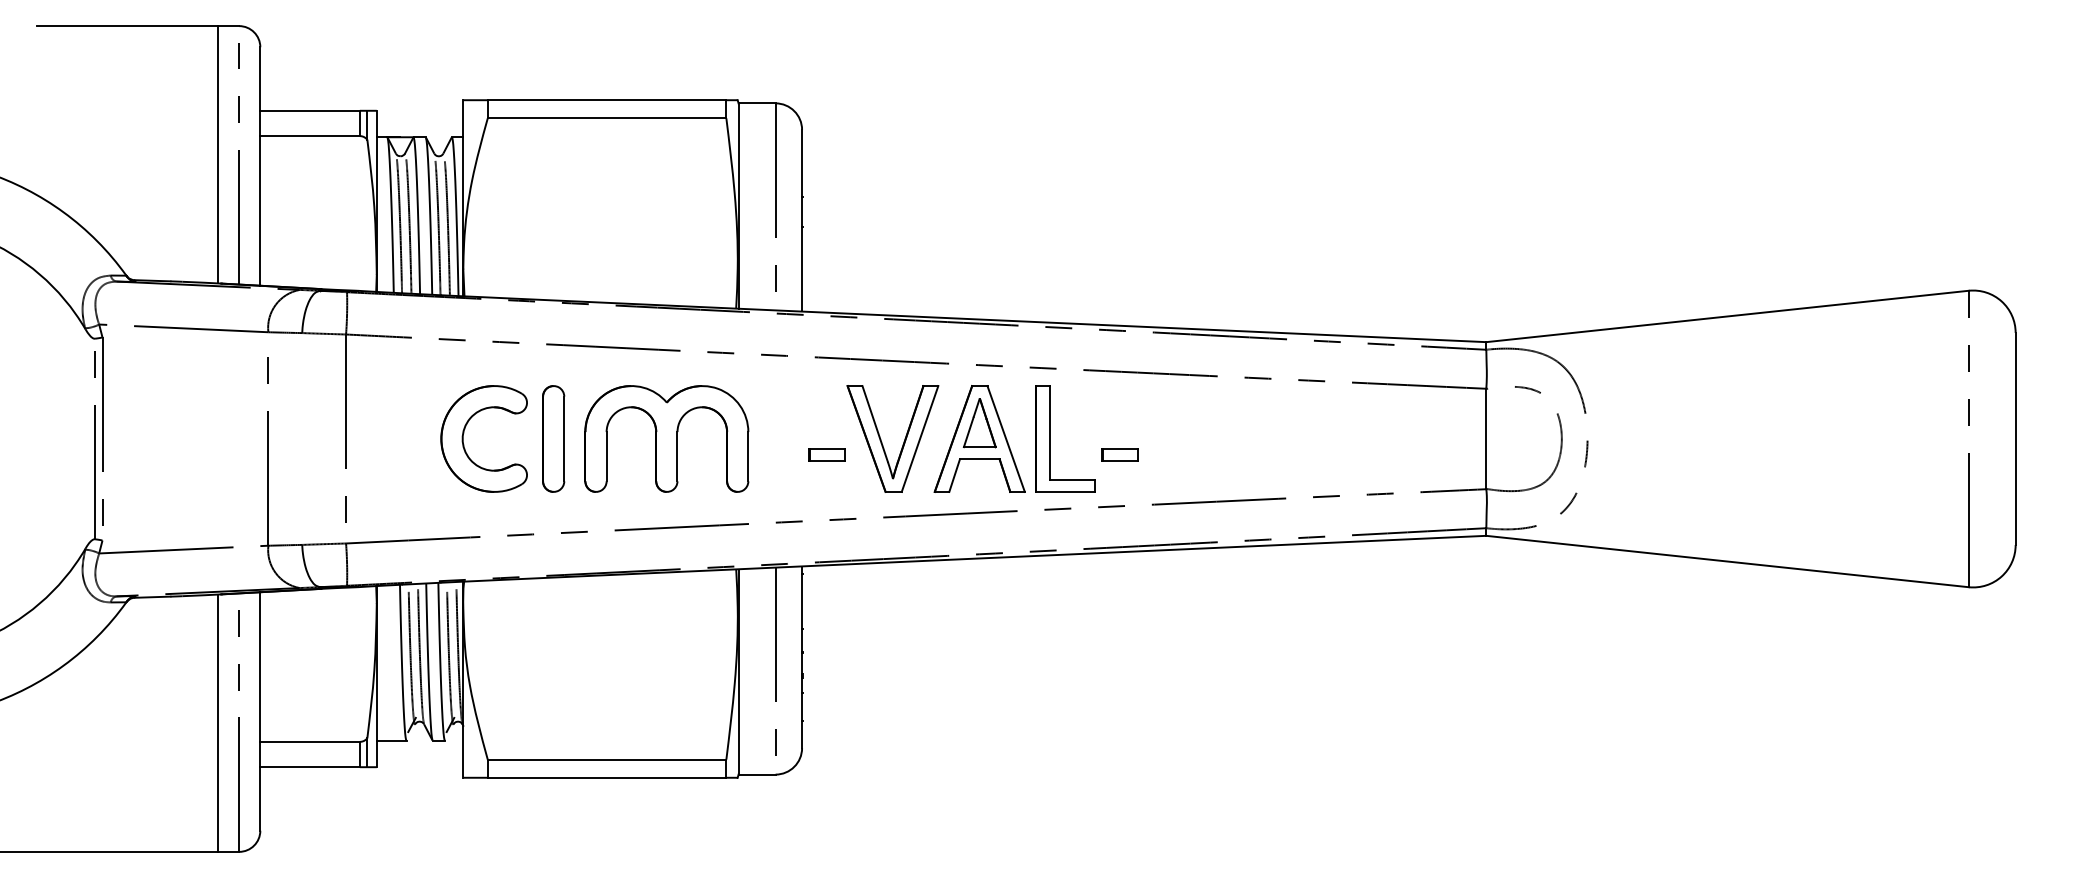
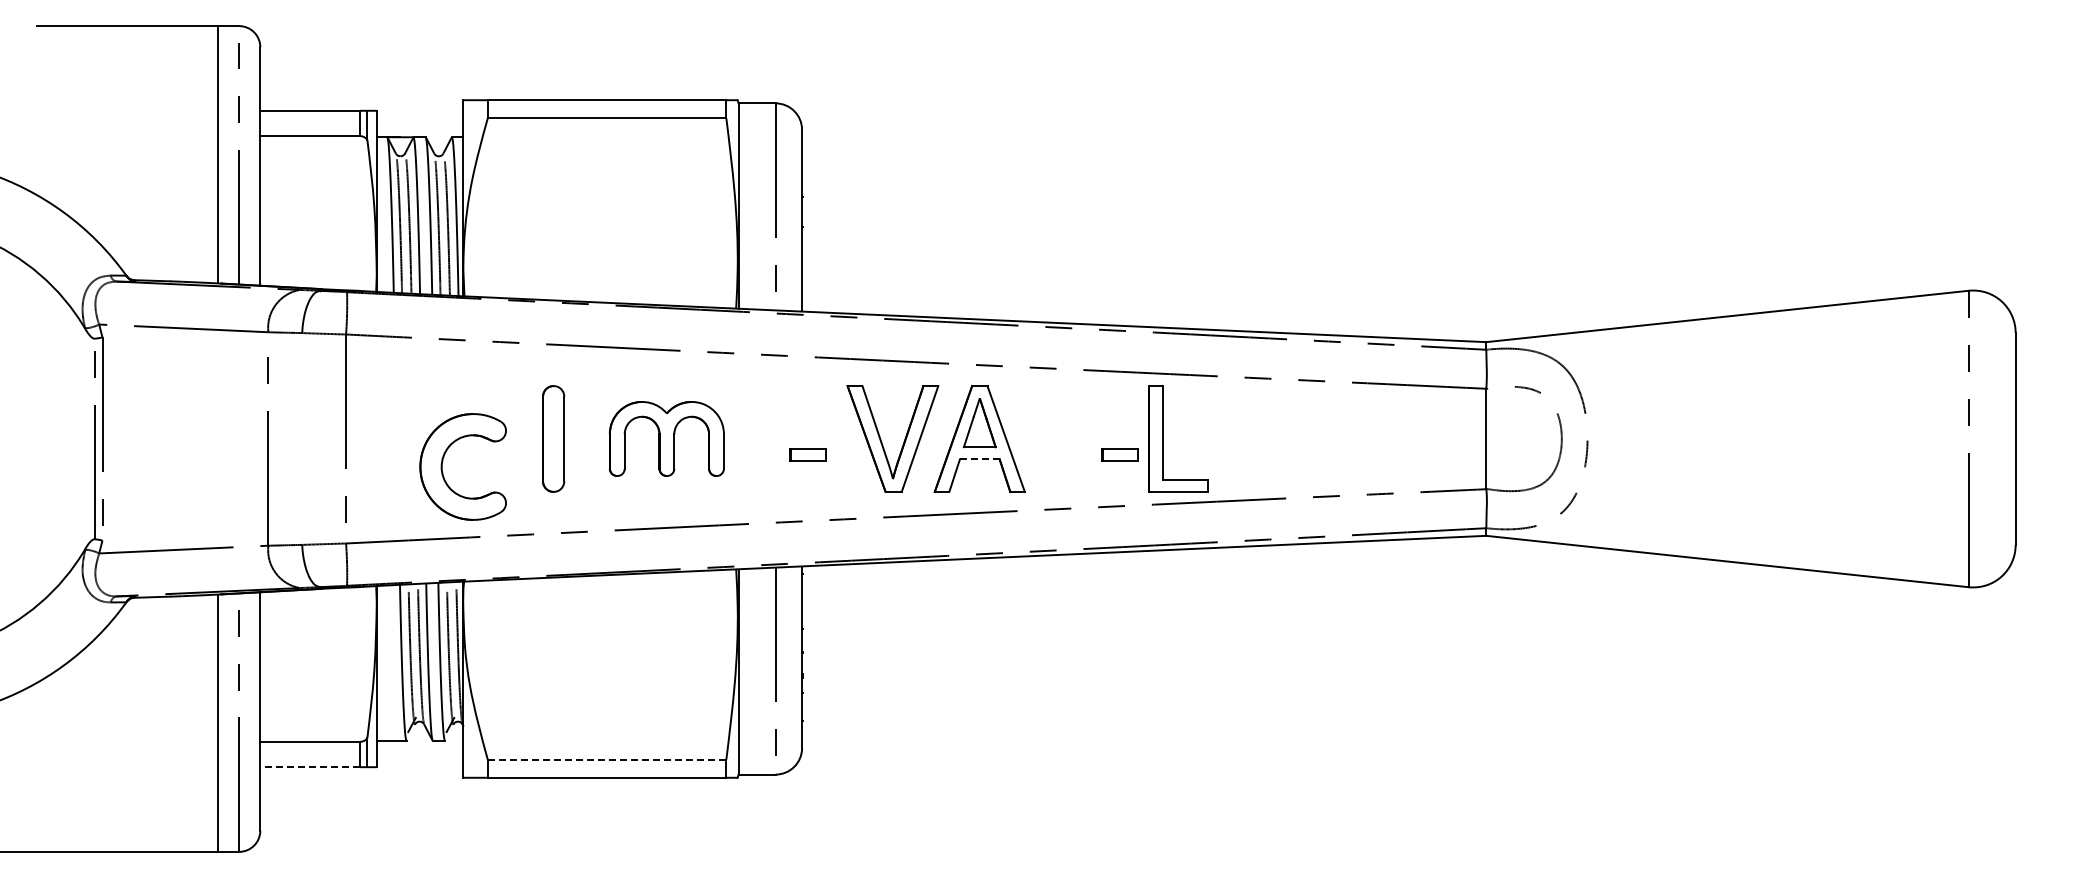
part at (464, 433) position: (464, 433) -> (443, 461)
part at (666, 438) size: 166x108 px -> 117x76 px
part at (1050, 438) position: (1050, 438) -> (1163, 438)
part at (826, 454) position: (826, 454) -> (807, 454)
line at (979, 459): solid -> dashed
line at (606, 759): solid -> dashed
line at (310, 767): solid -> dashed
